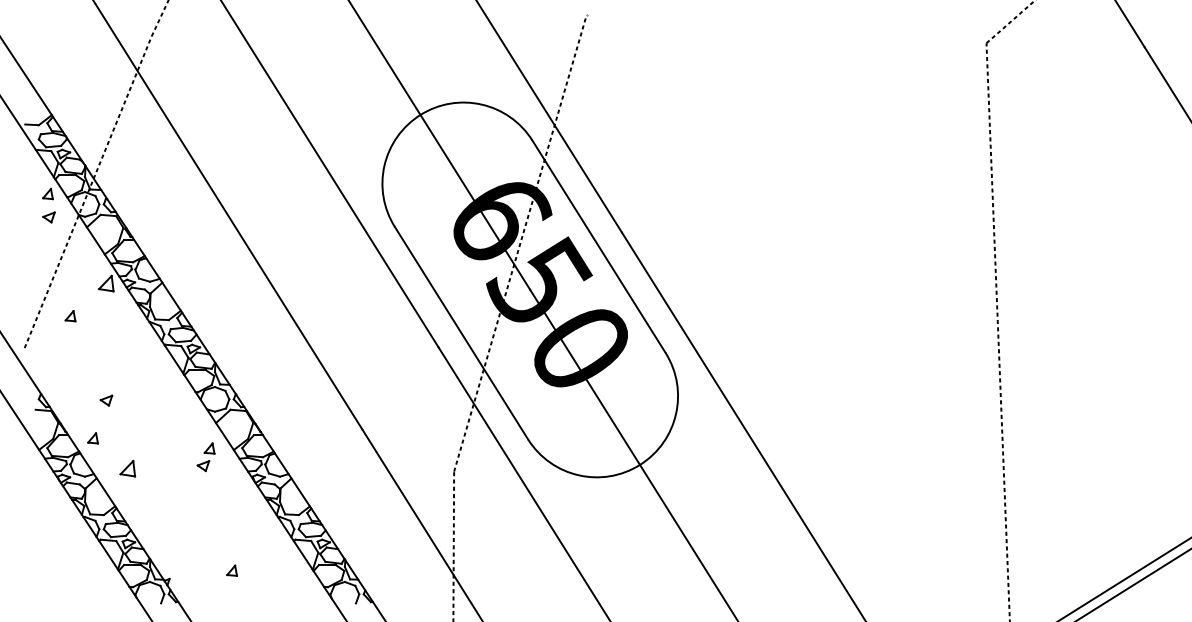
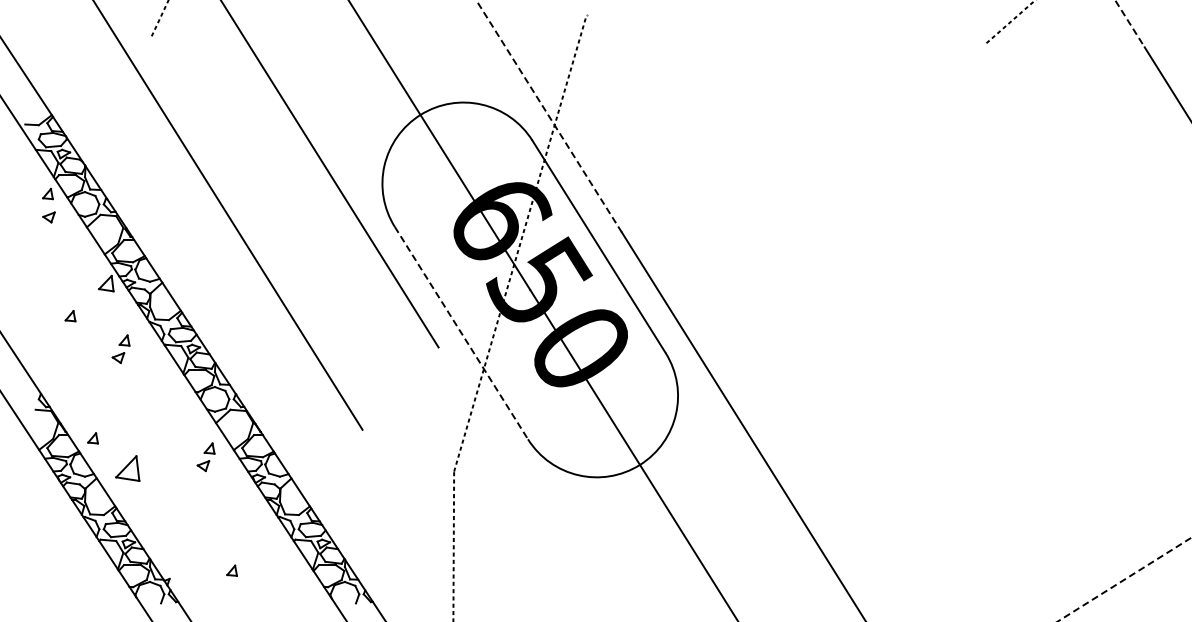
line at (1130, 24): solid -> dashed
line at (549, 116): solid -> dashed
line at (87, 192): present -> none
line at (997, 330): present -> none
line at (461, 333): solid -> dashed
part at (120, 349): none -> present
part at (106, 400): present -> none
part at (127, 468) size: 18x18 px -> 26x27 px
line at (523, 482): present -> none
line at (421, 523): present -> none
line at (1124, 579): solid -> dashed
line at (1133, 584): present -> none
